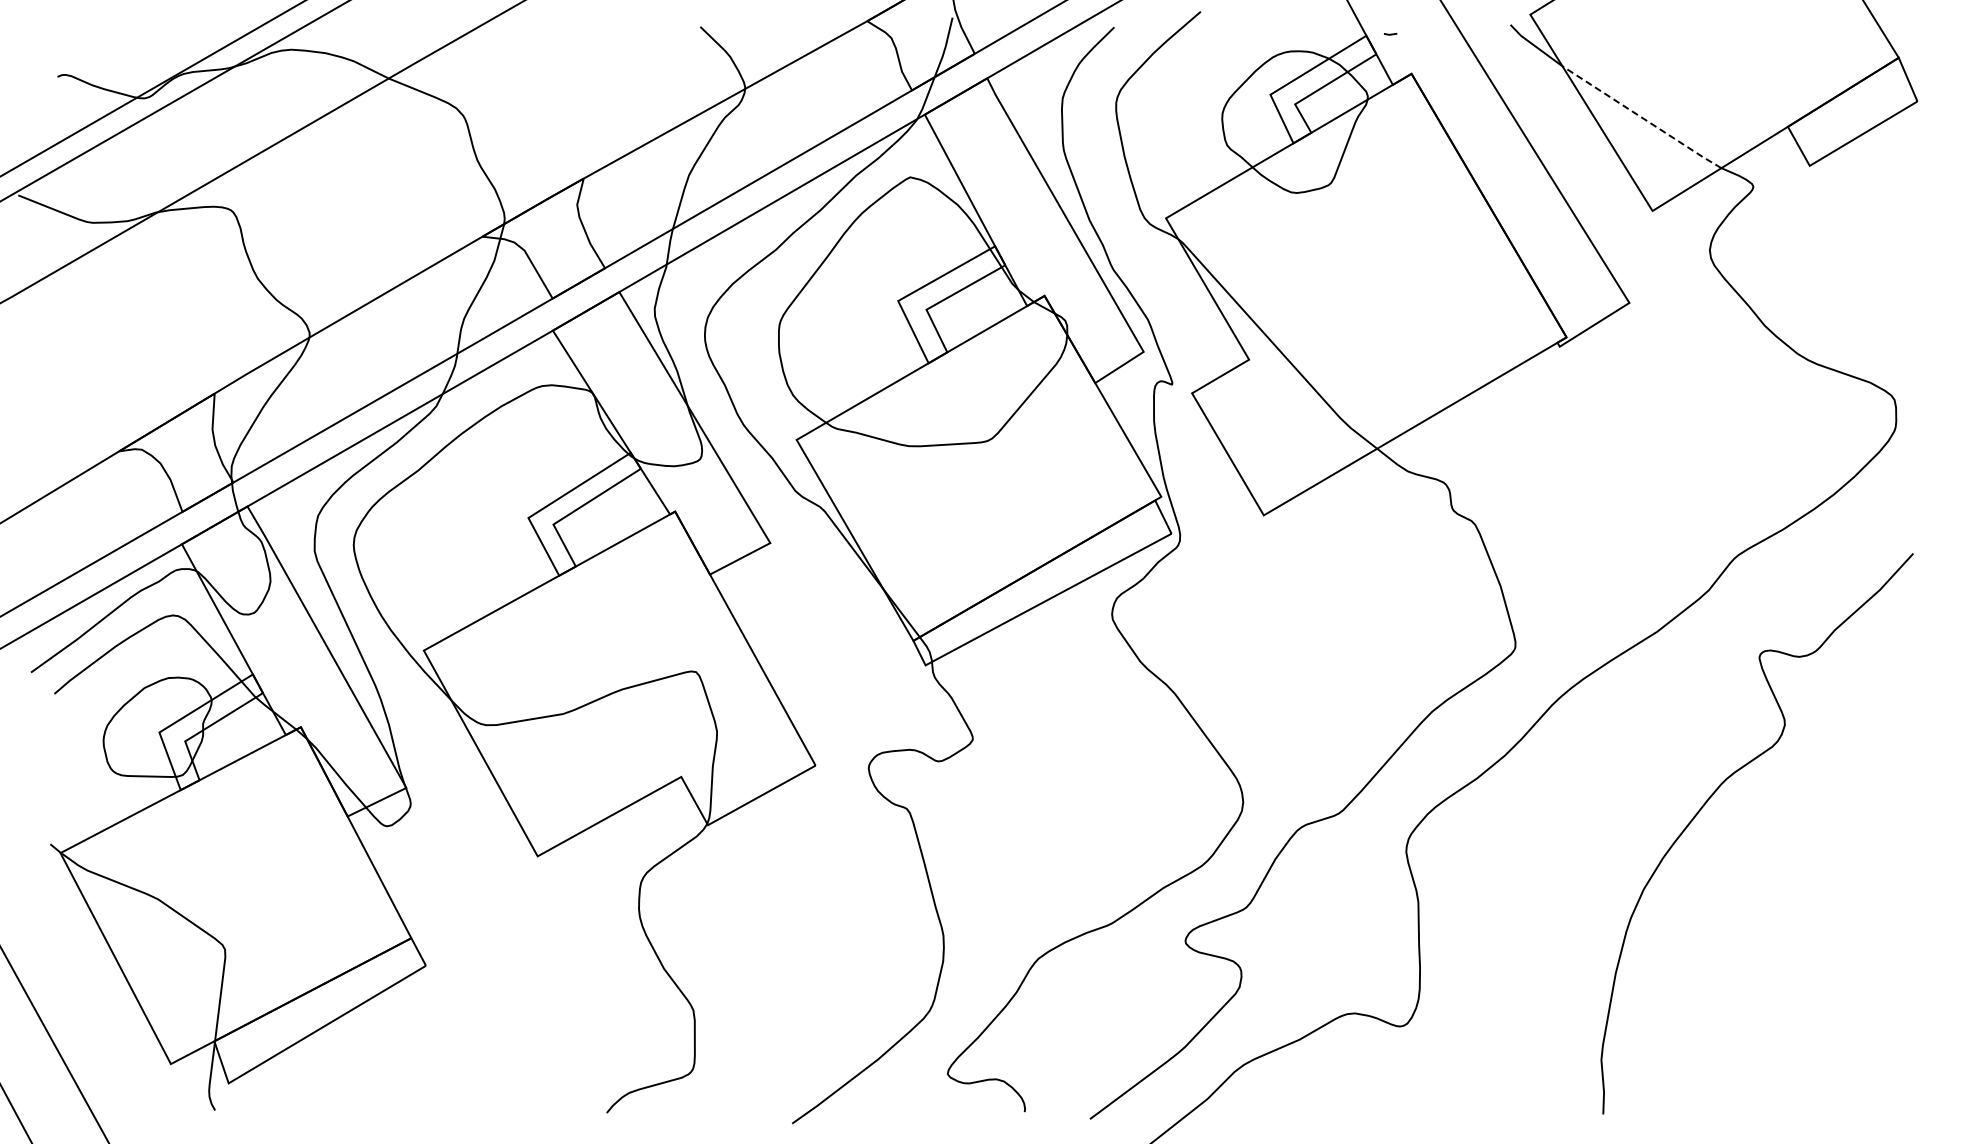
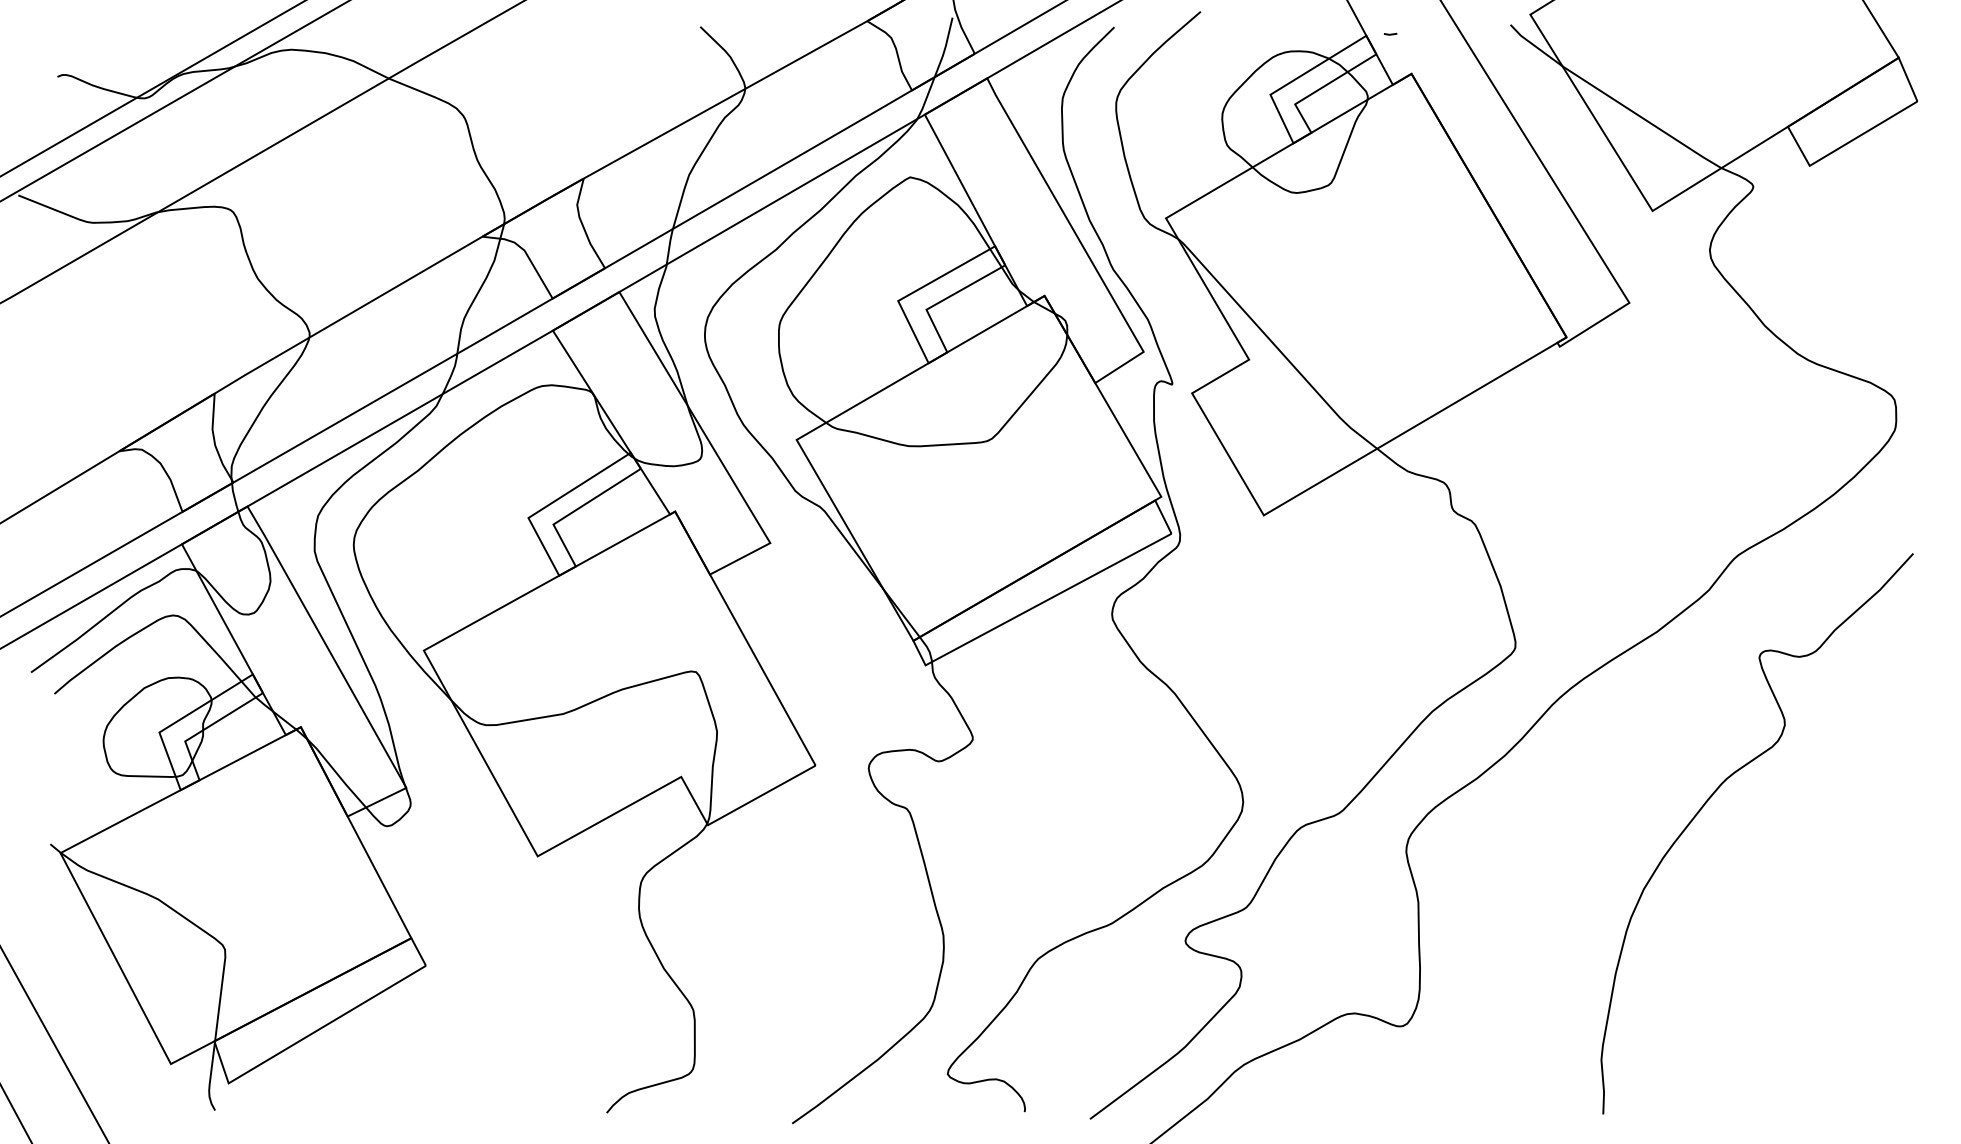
line at (1642, 117): dashed -> solid
